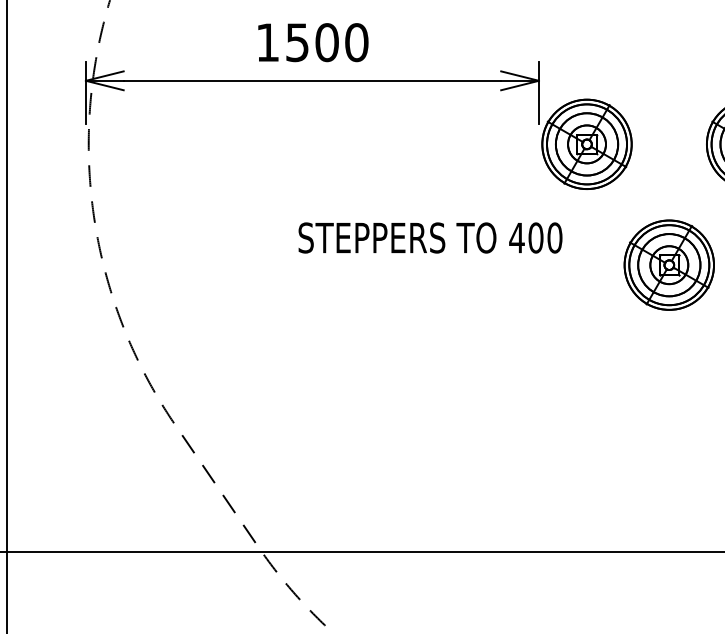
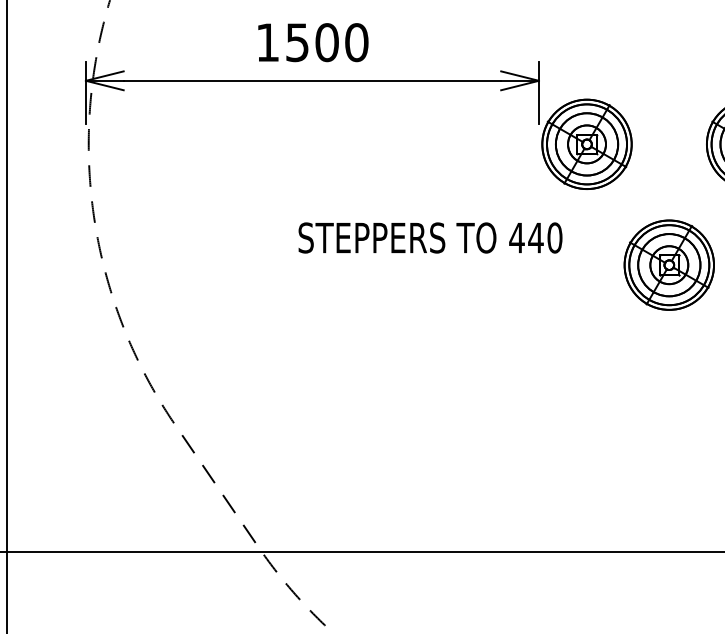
text at (535, 237): 400 -> 440
